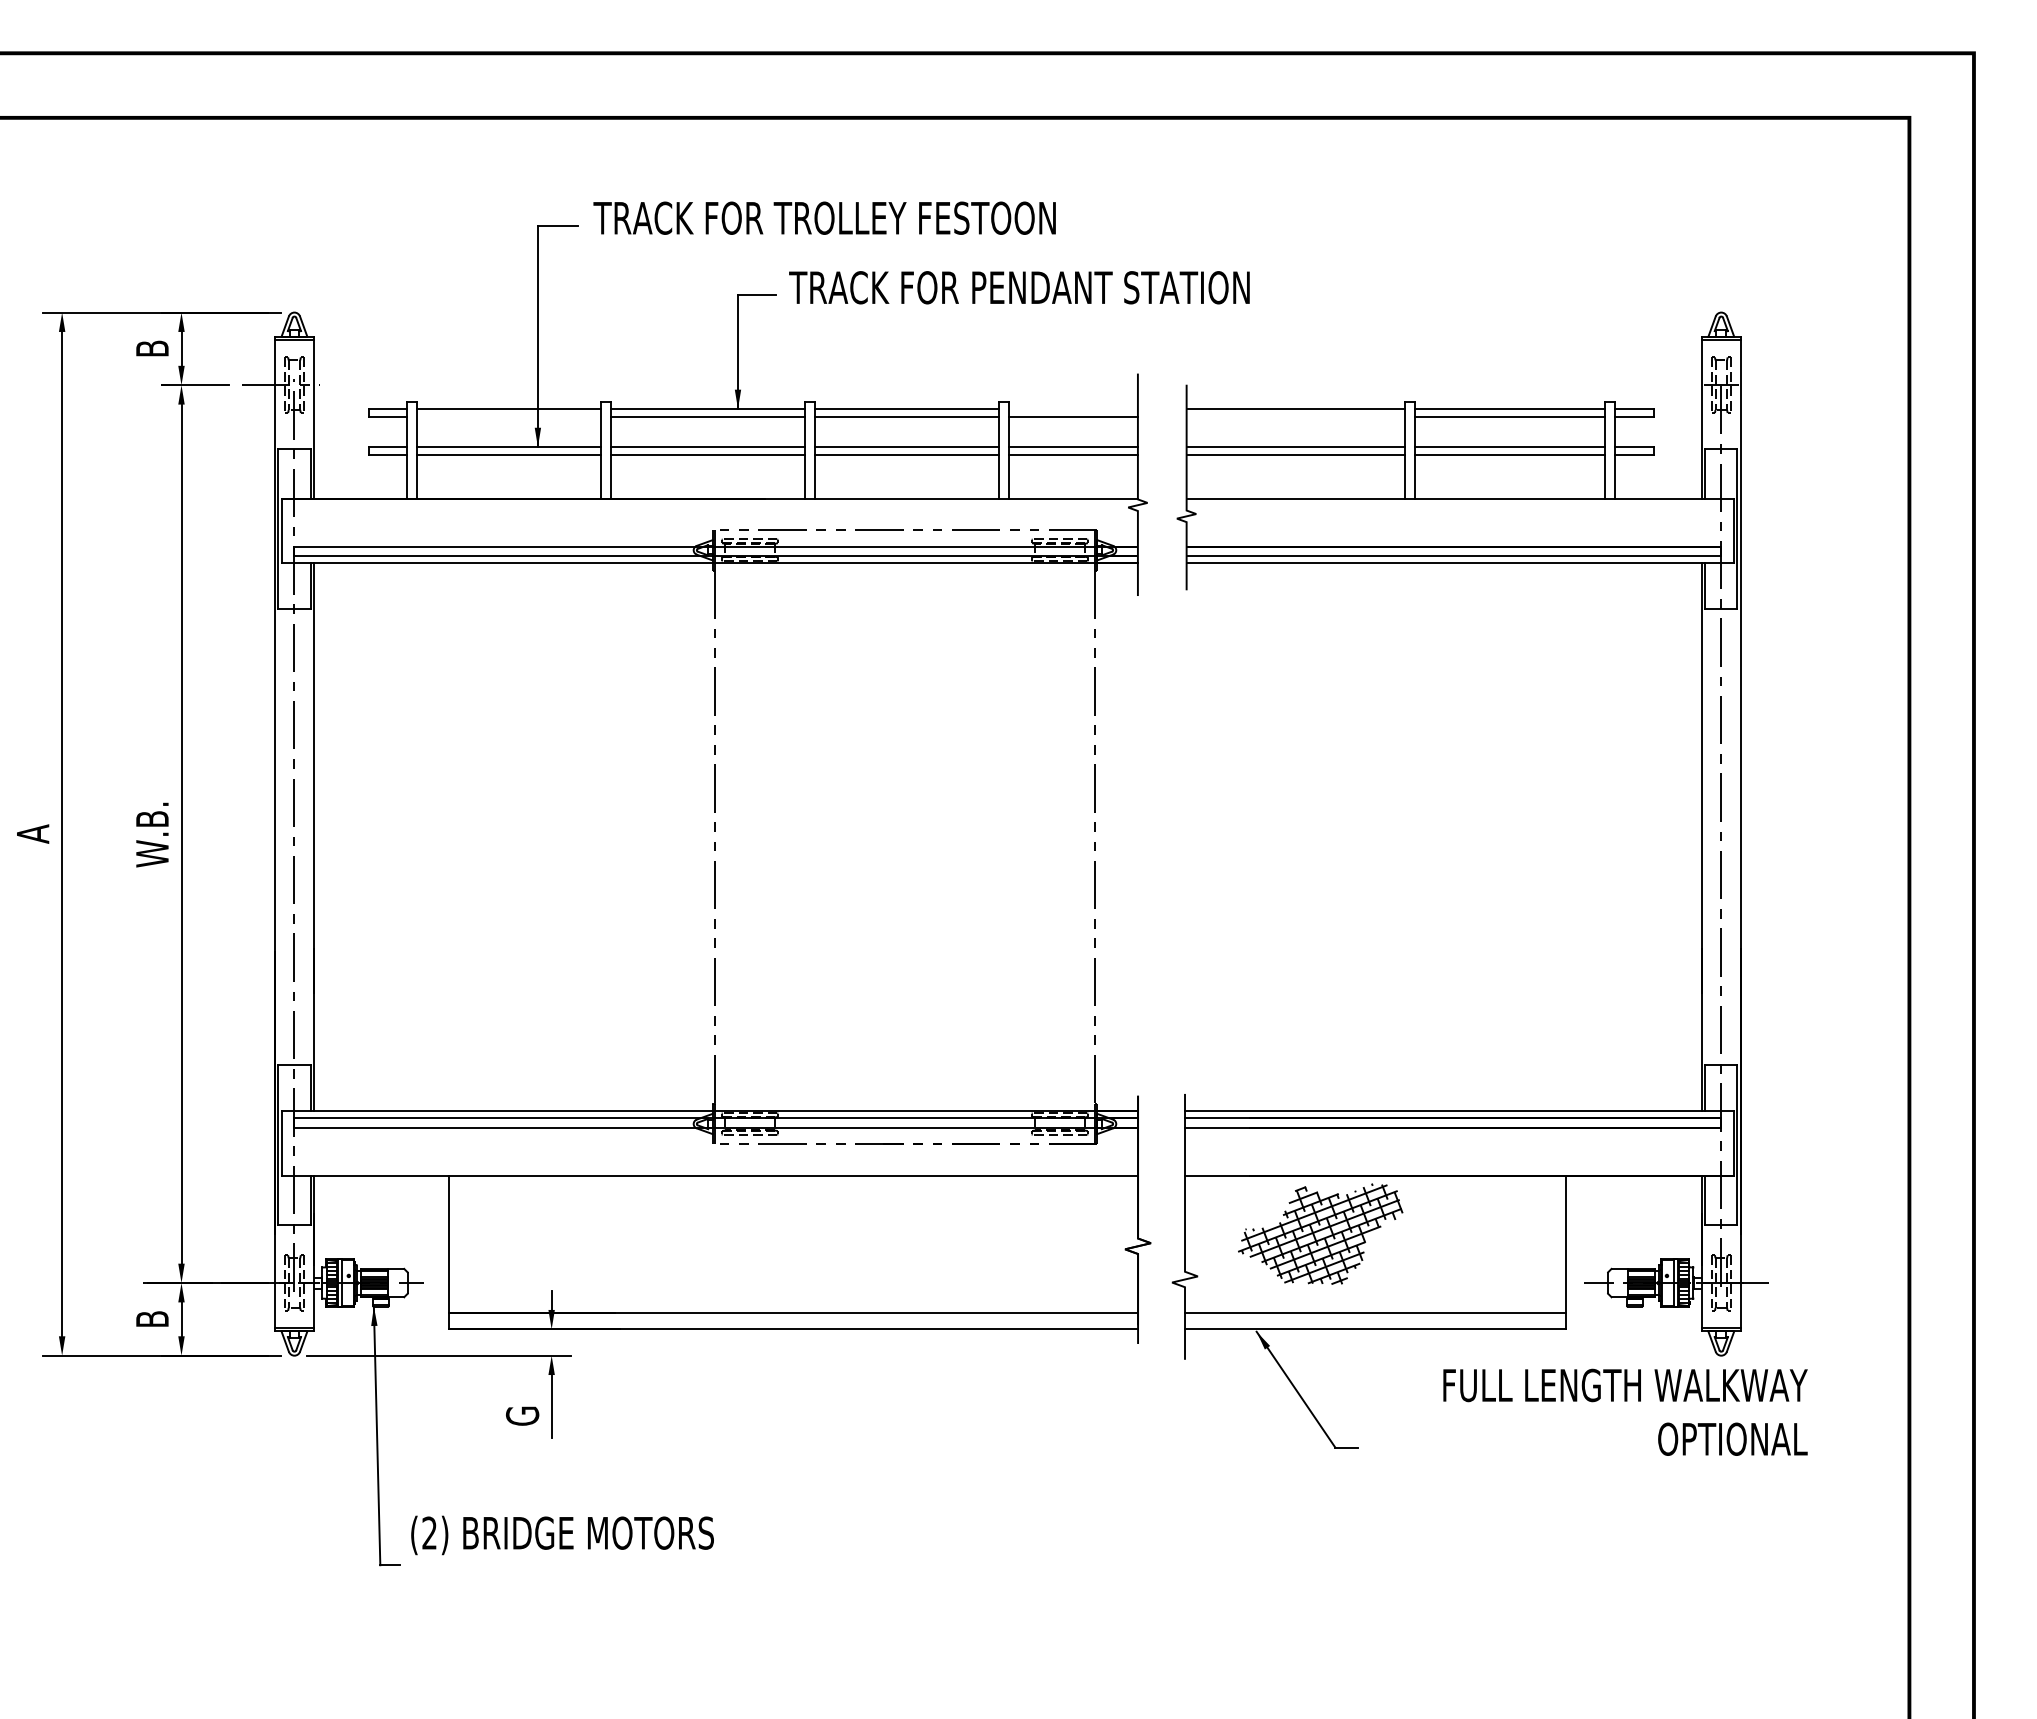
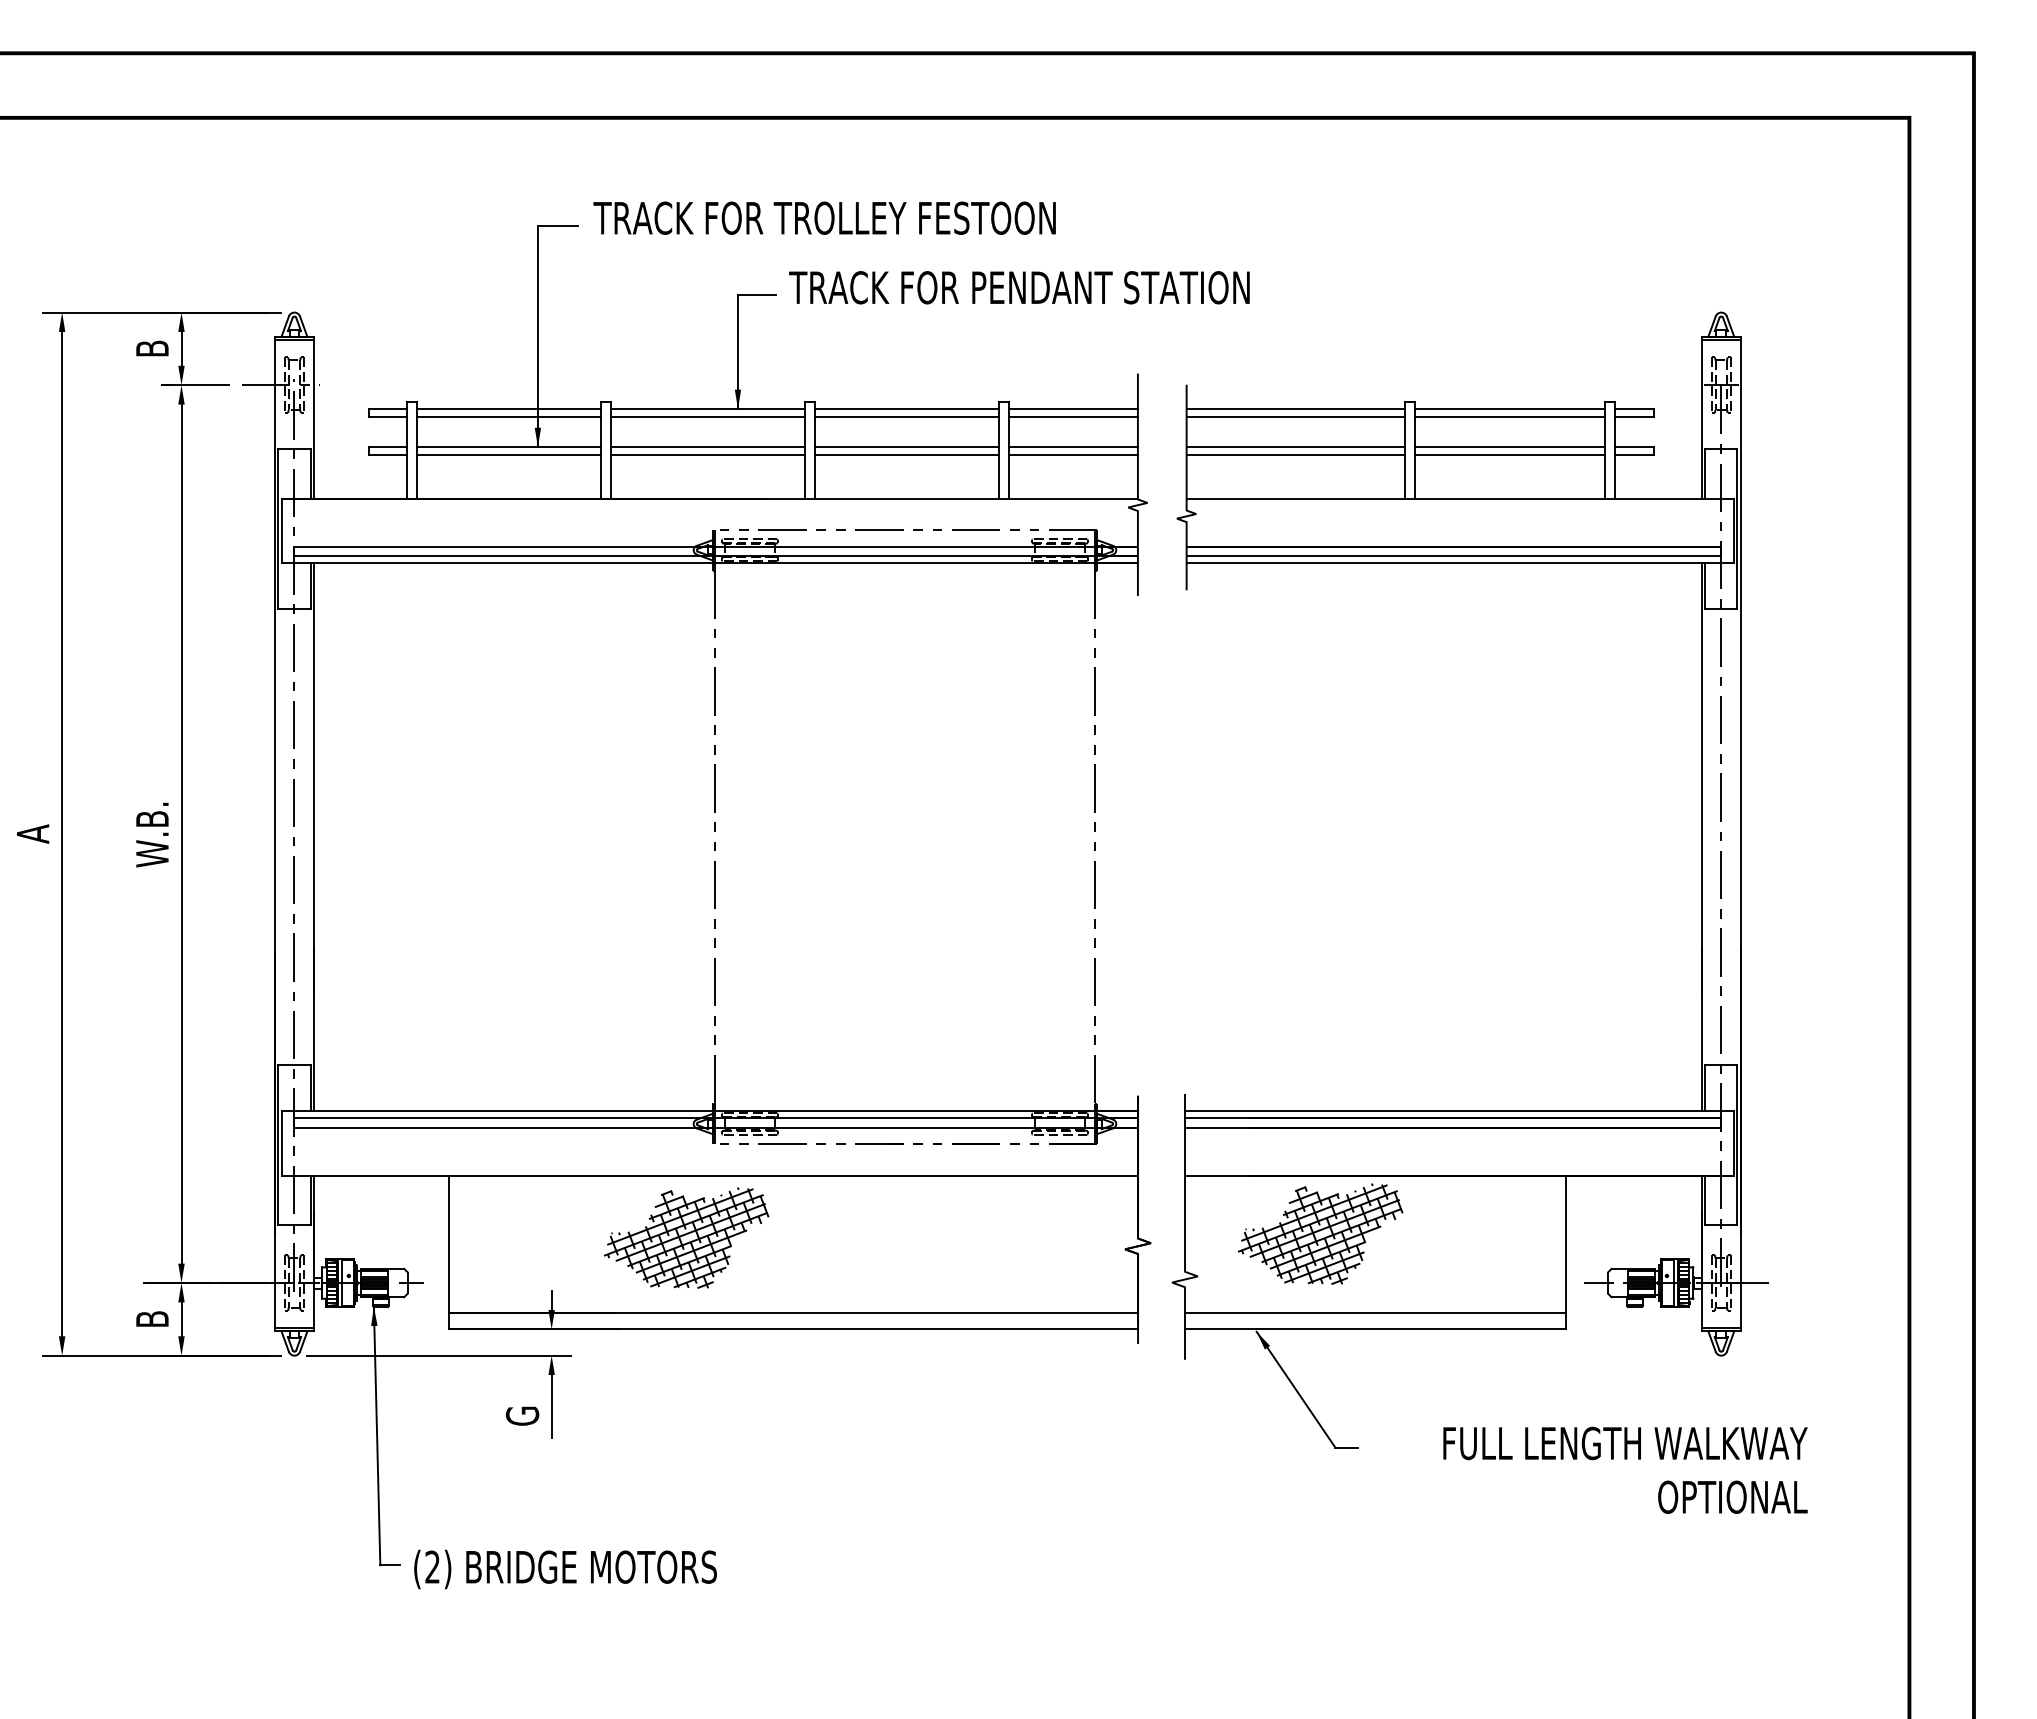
line at (1073, 408): none -> present
line at (509, 416): none -> present
line at (1295, 416): none -> present
hatch at (686, 1237): none -> present
text at (1625, 1411) position: (1625, 1411) -> (1625, 1469)
text at (562, 1535) position: (562, 1535) -> (565, 1569)
